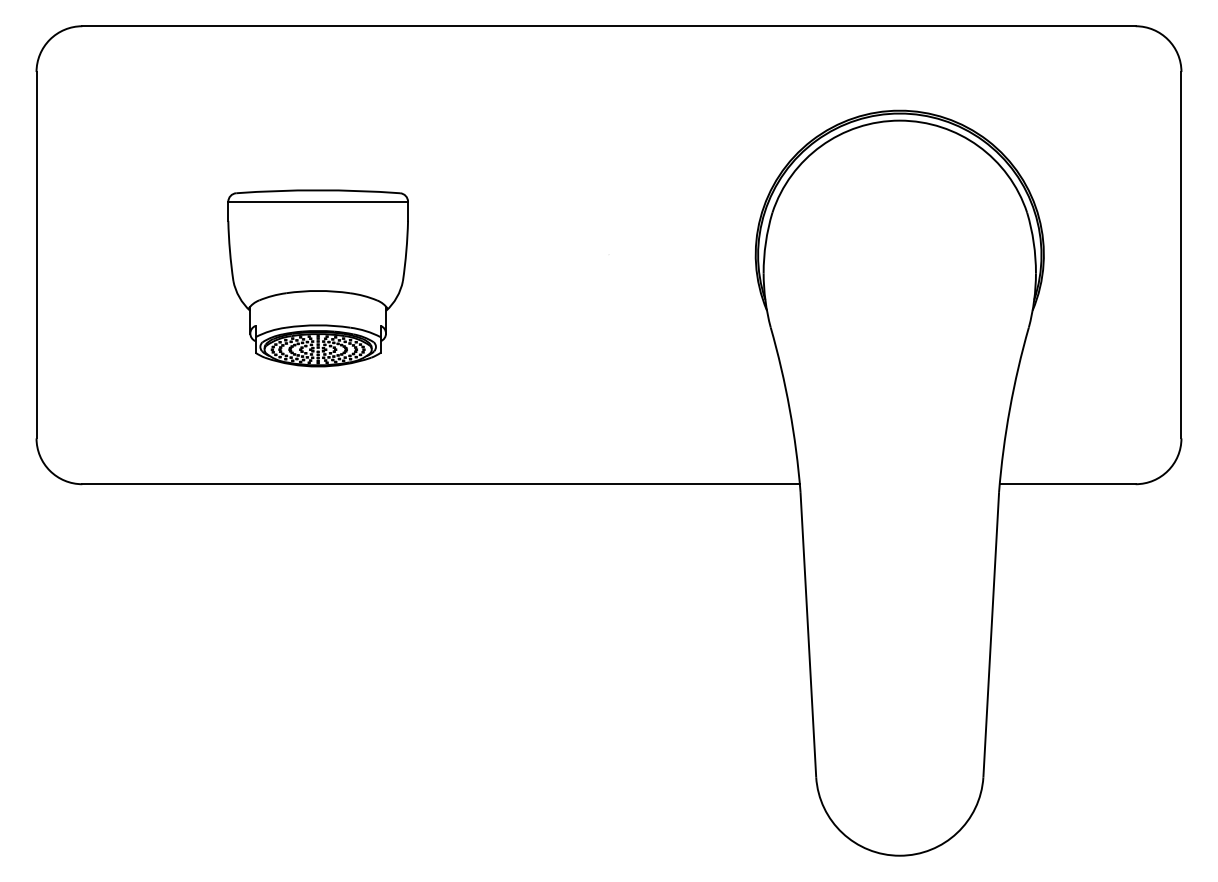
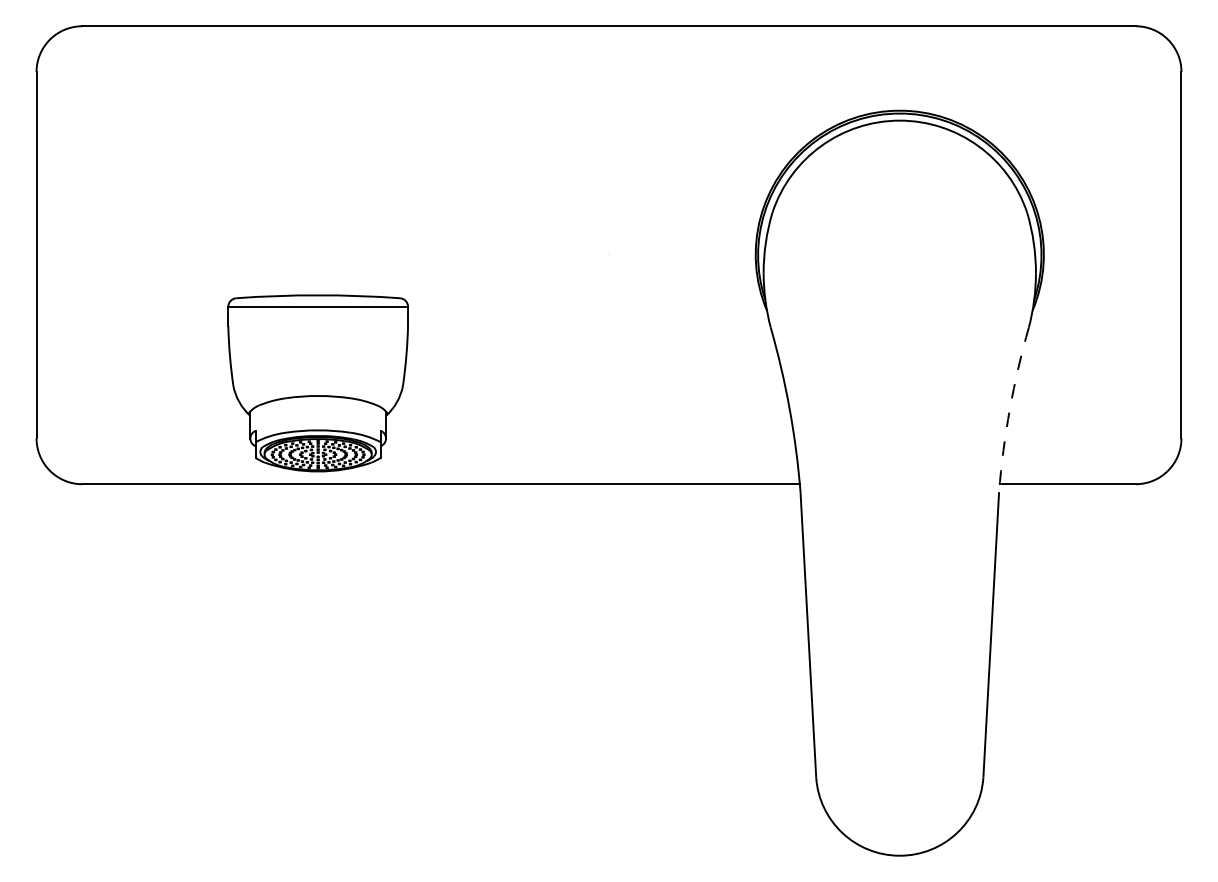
part at (317, 278) position: (317, 278) -> (317, 383)
arc at (1009, 409): solid -> dashed
